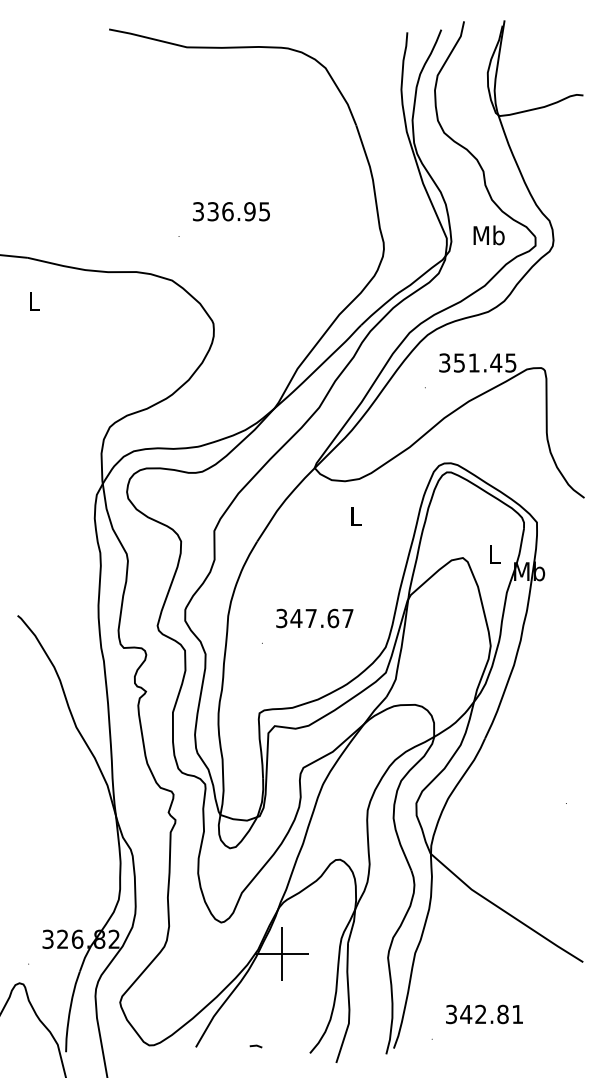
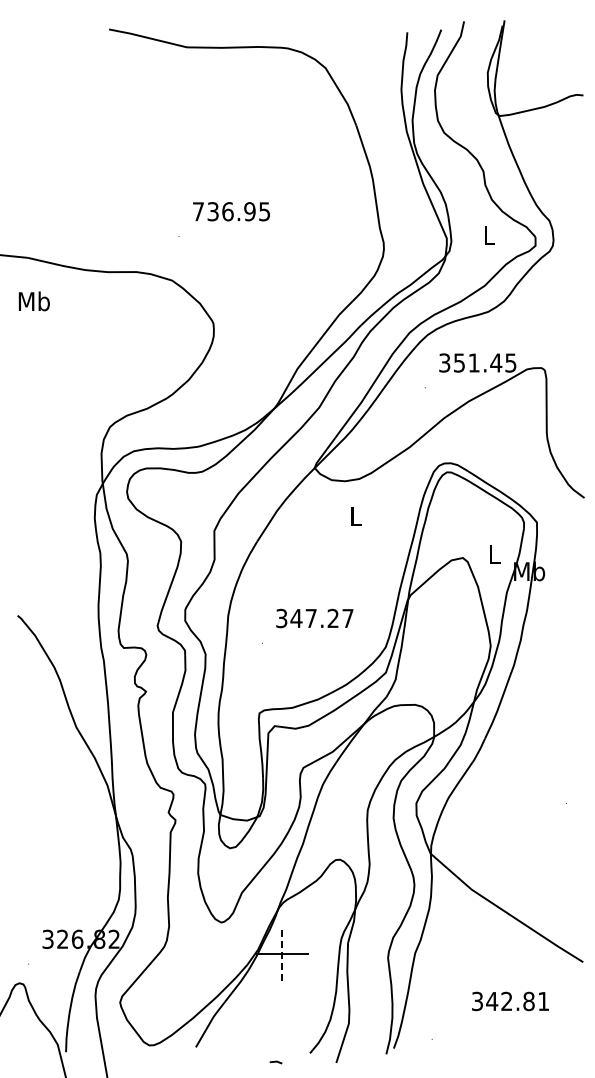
text at (198, 211): 336.95 -> 736.95
text at (488, 235): Mb -> L
text at (33, 301): L -> Mb
text at (333, 618): 347.67 -> 347.27
line at (281, 954): solid -> dashed
text at (484, 1014) position: (484, 1014) -> (510, 1001)
line at (255, 1046) position: (255, 1046) -> (275, 1062)
